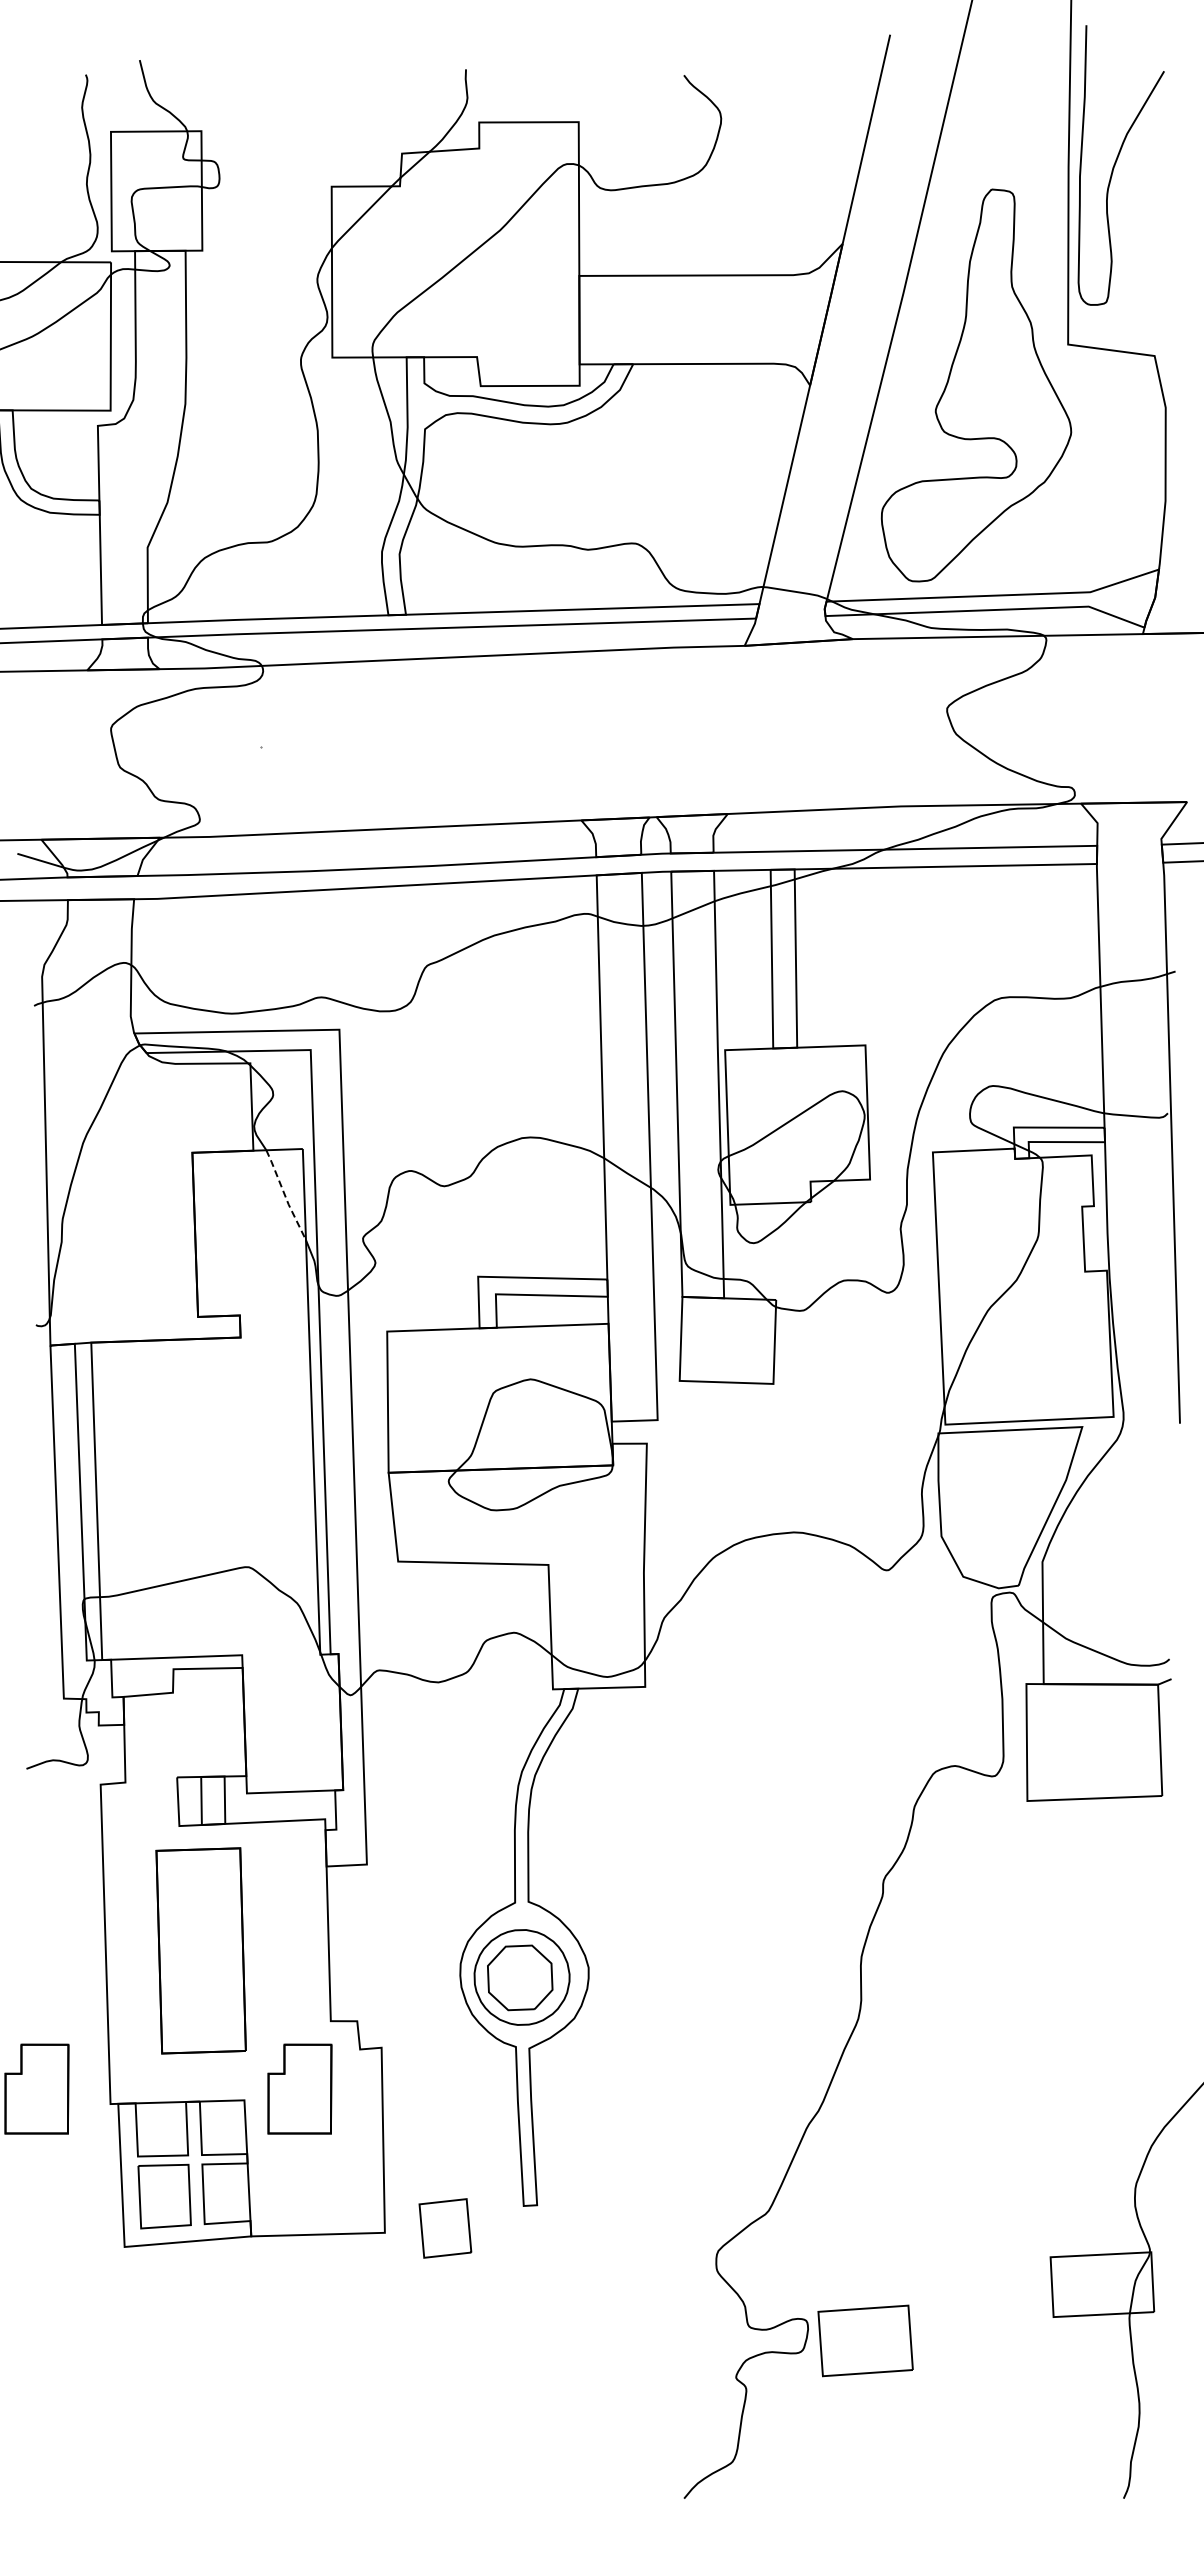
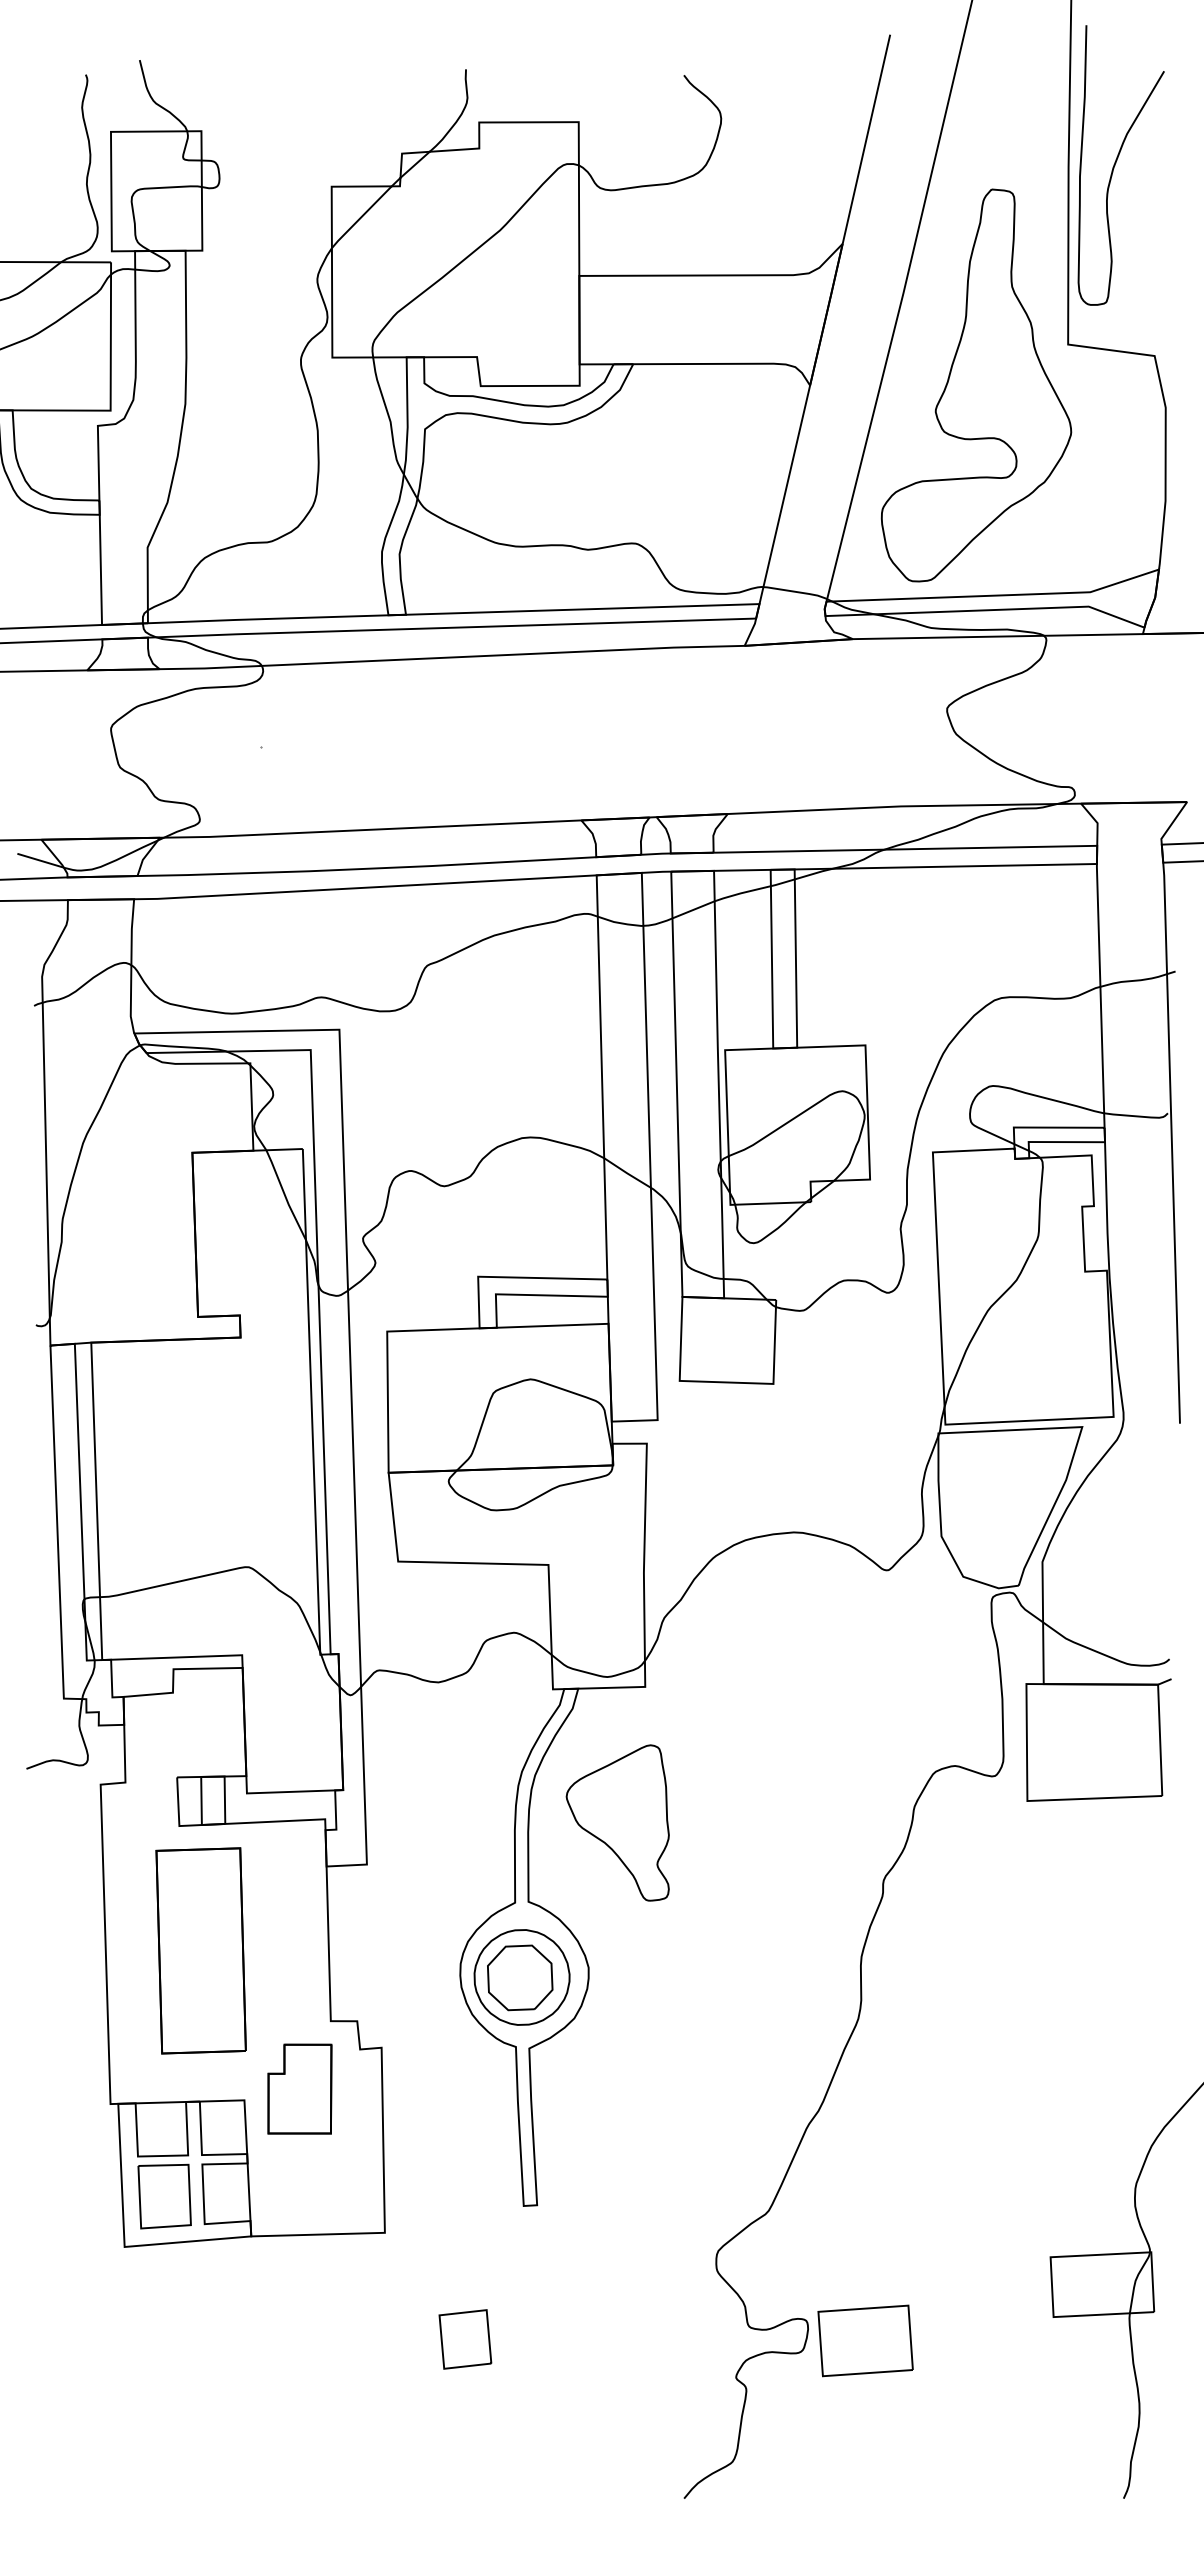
line at (285, 1195): dashed -> solid
part at (617, 1822): none -> present
part at (36, 2088): present -> none
part at (445, 2228) position: (445, 2228) -> (465, 2339)
